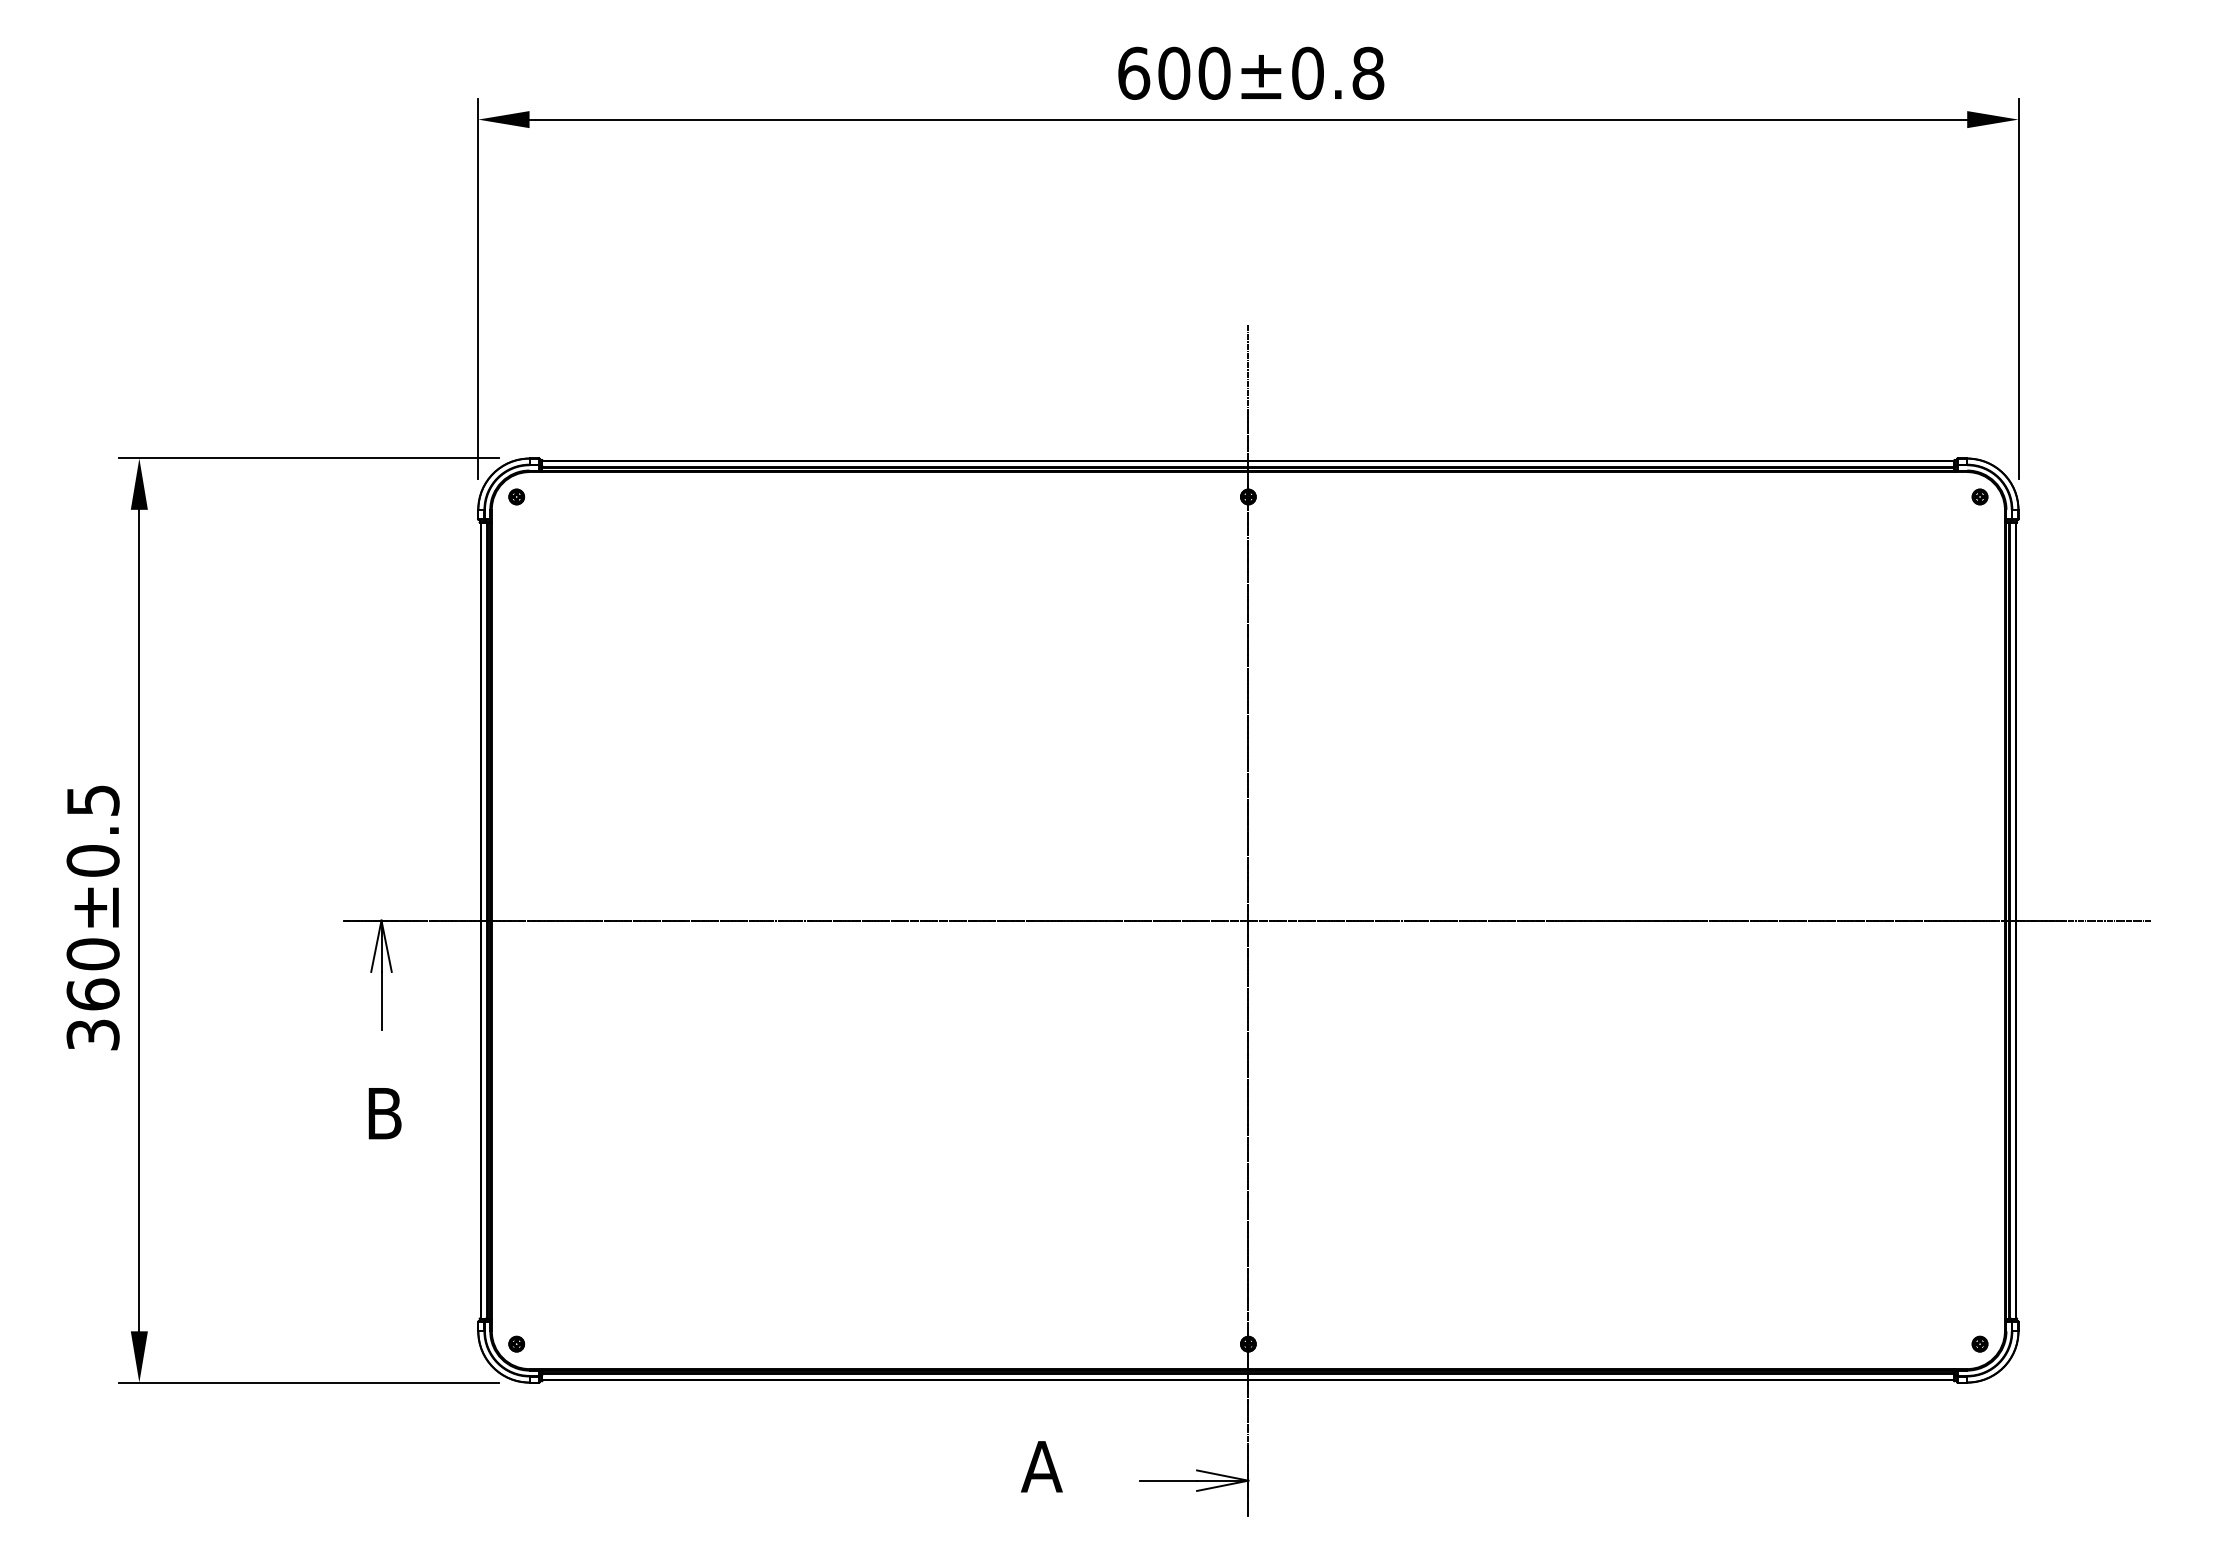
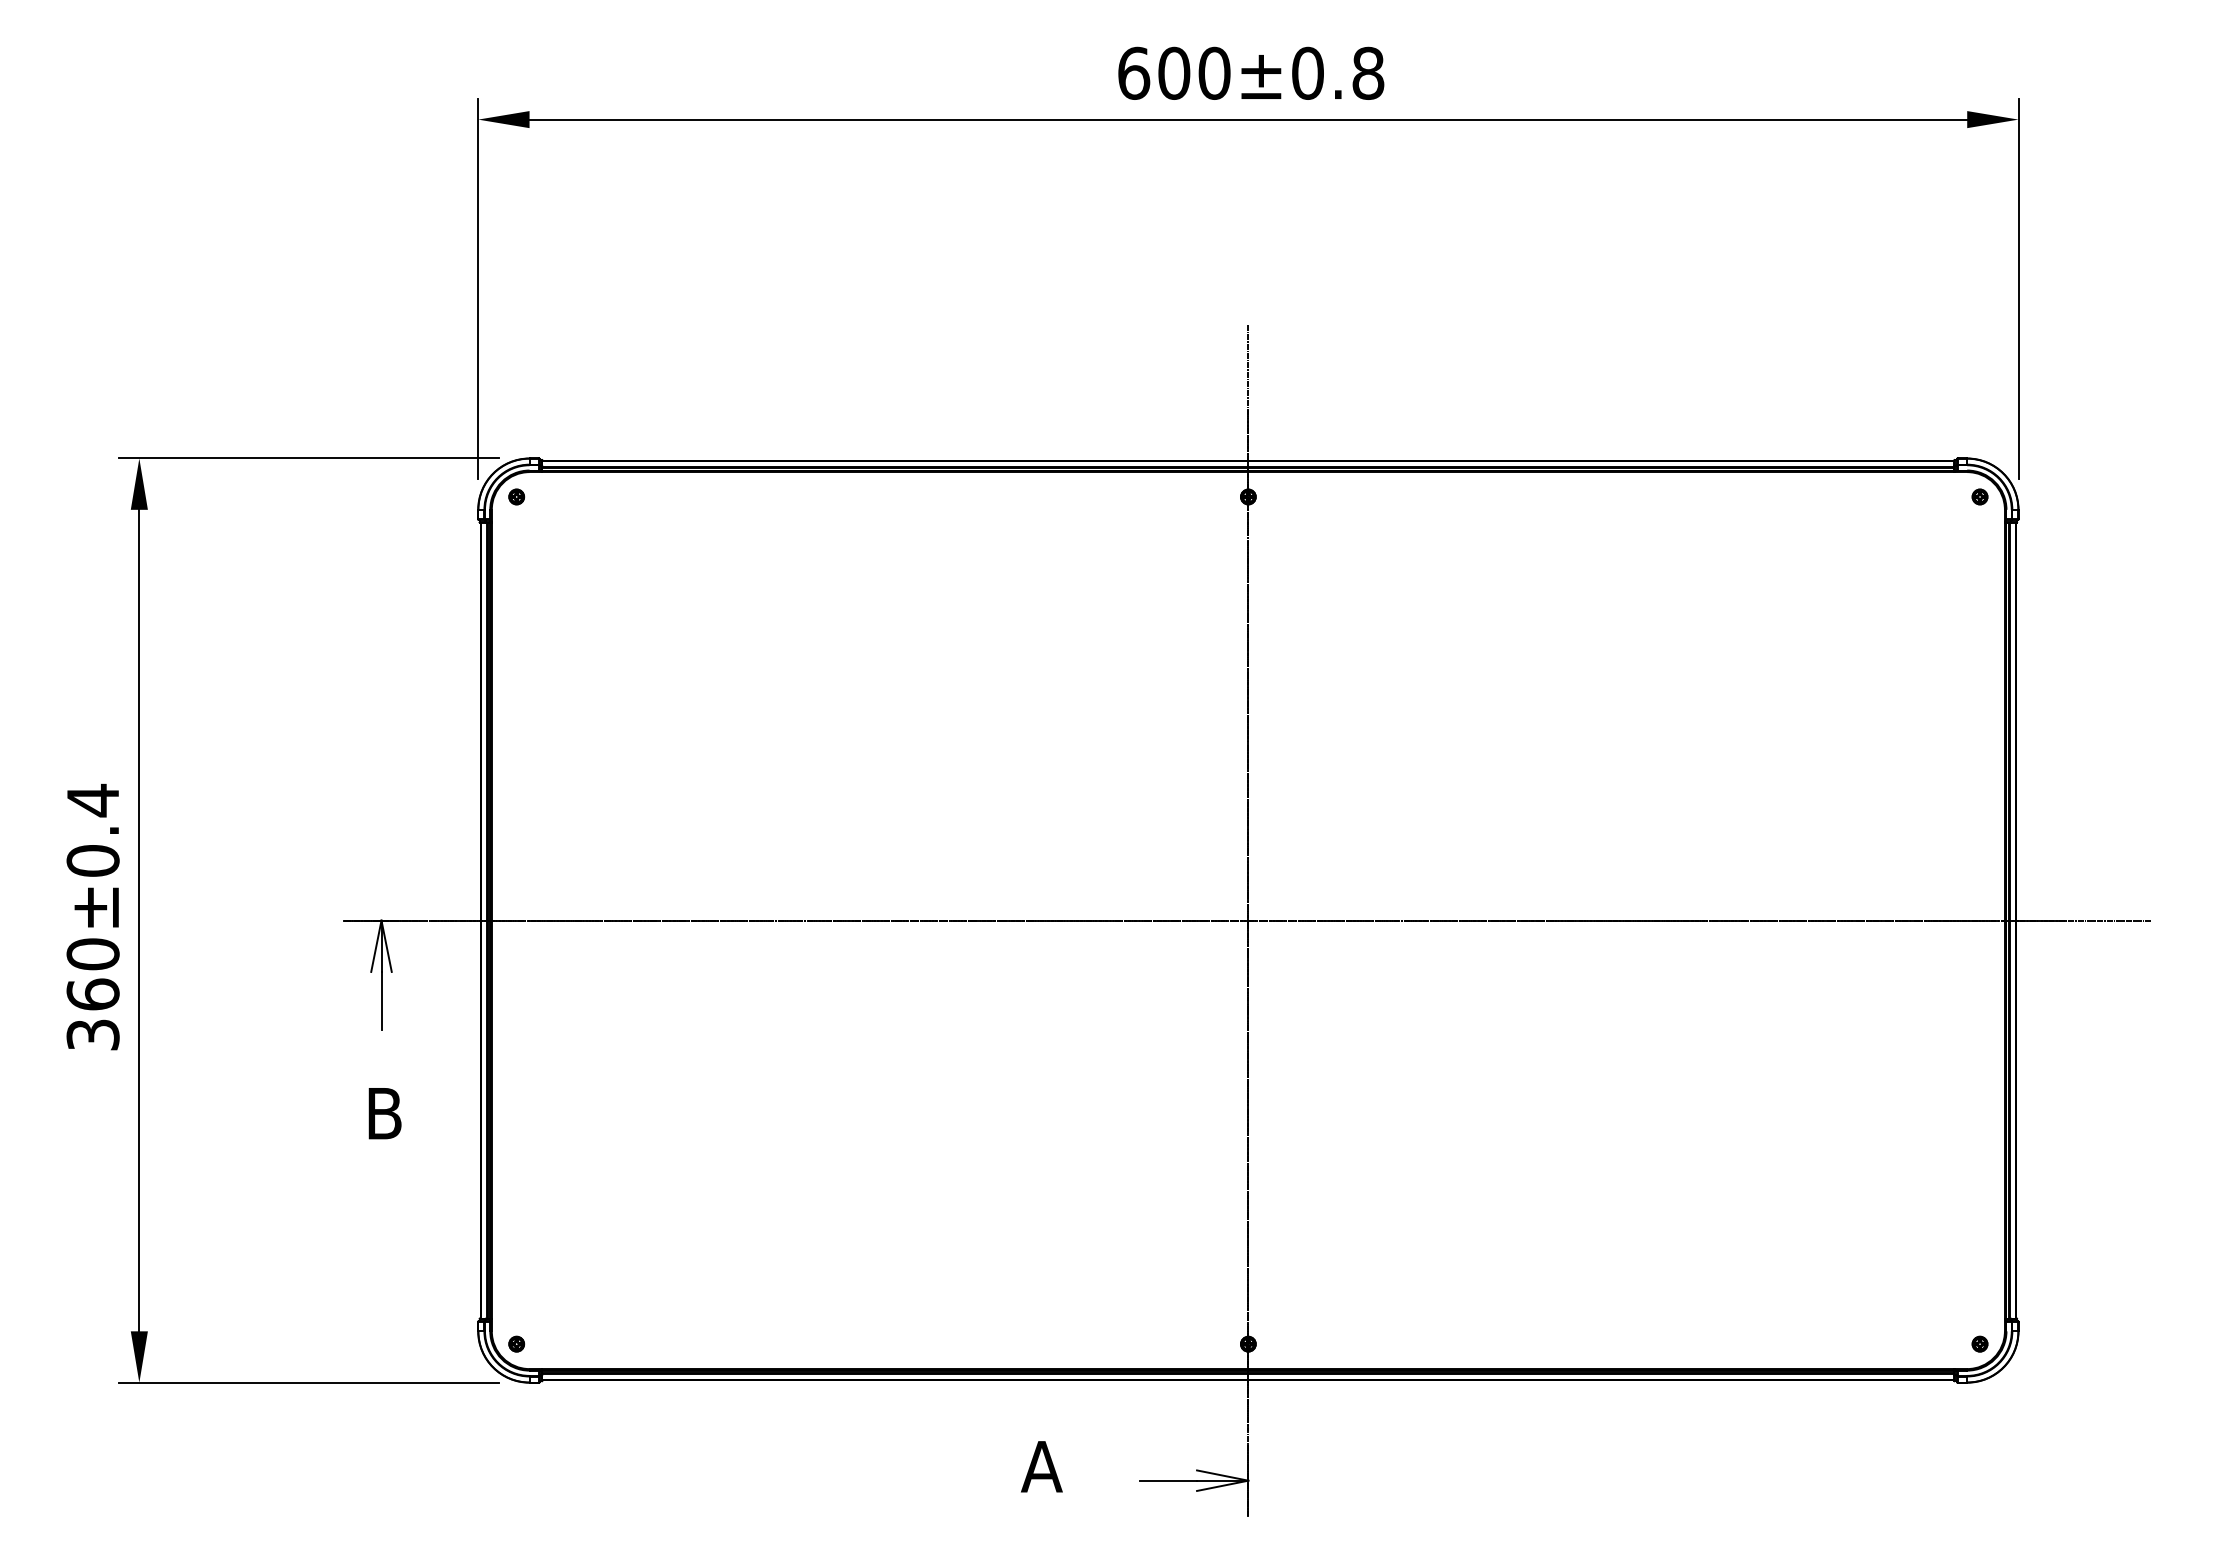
text at (93, 800): 360±0.5 -> 360±0.4
